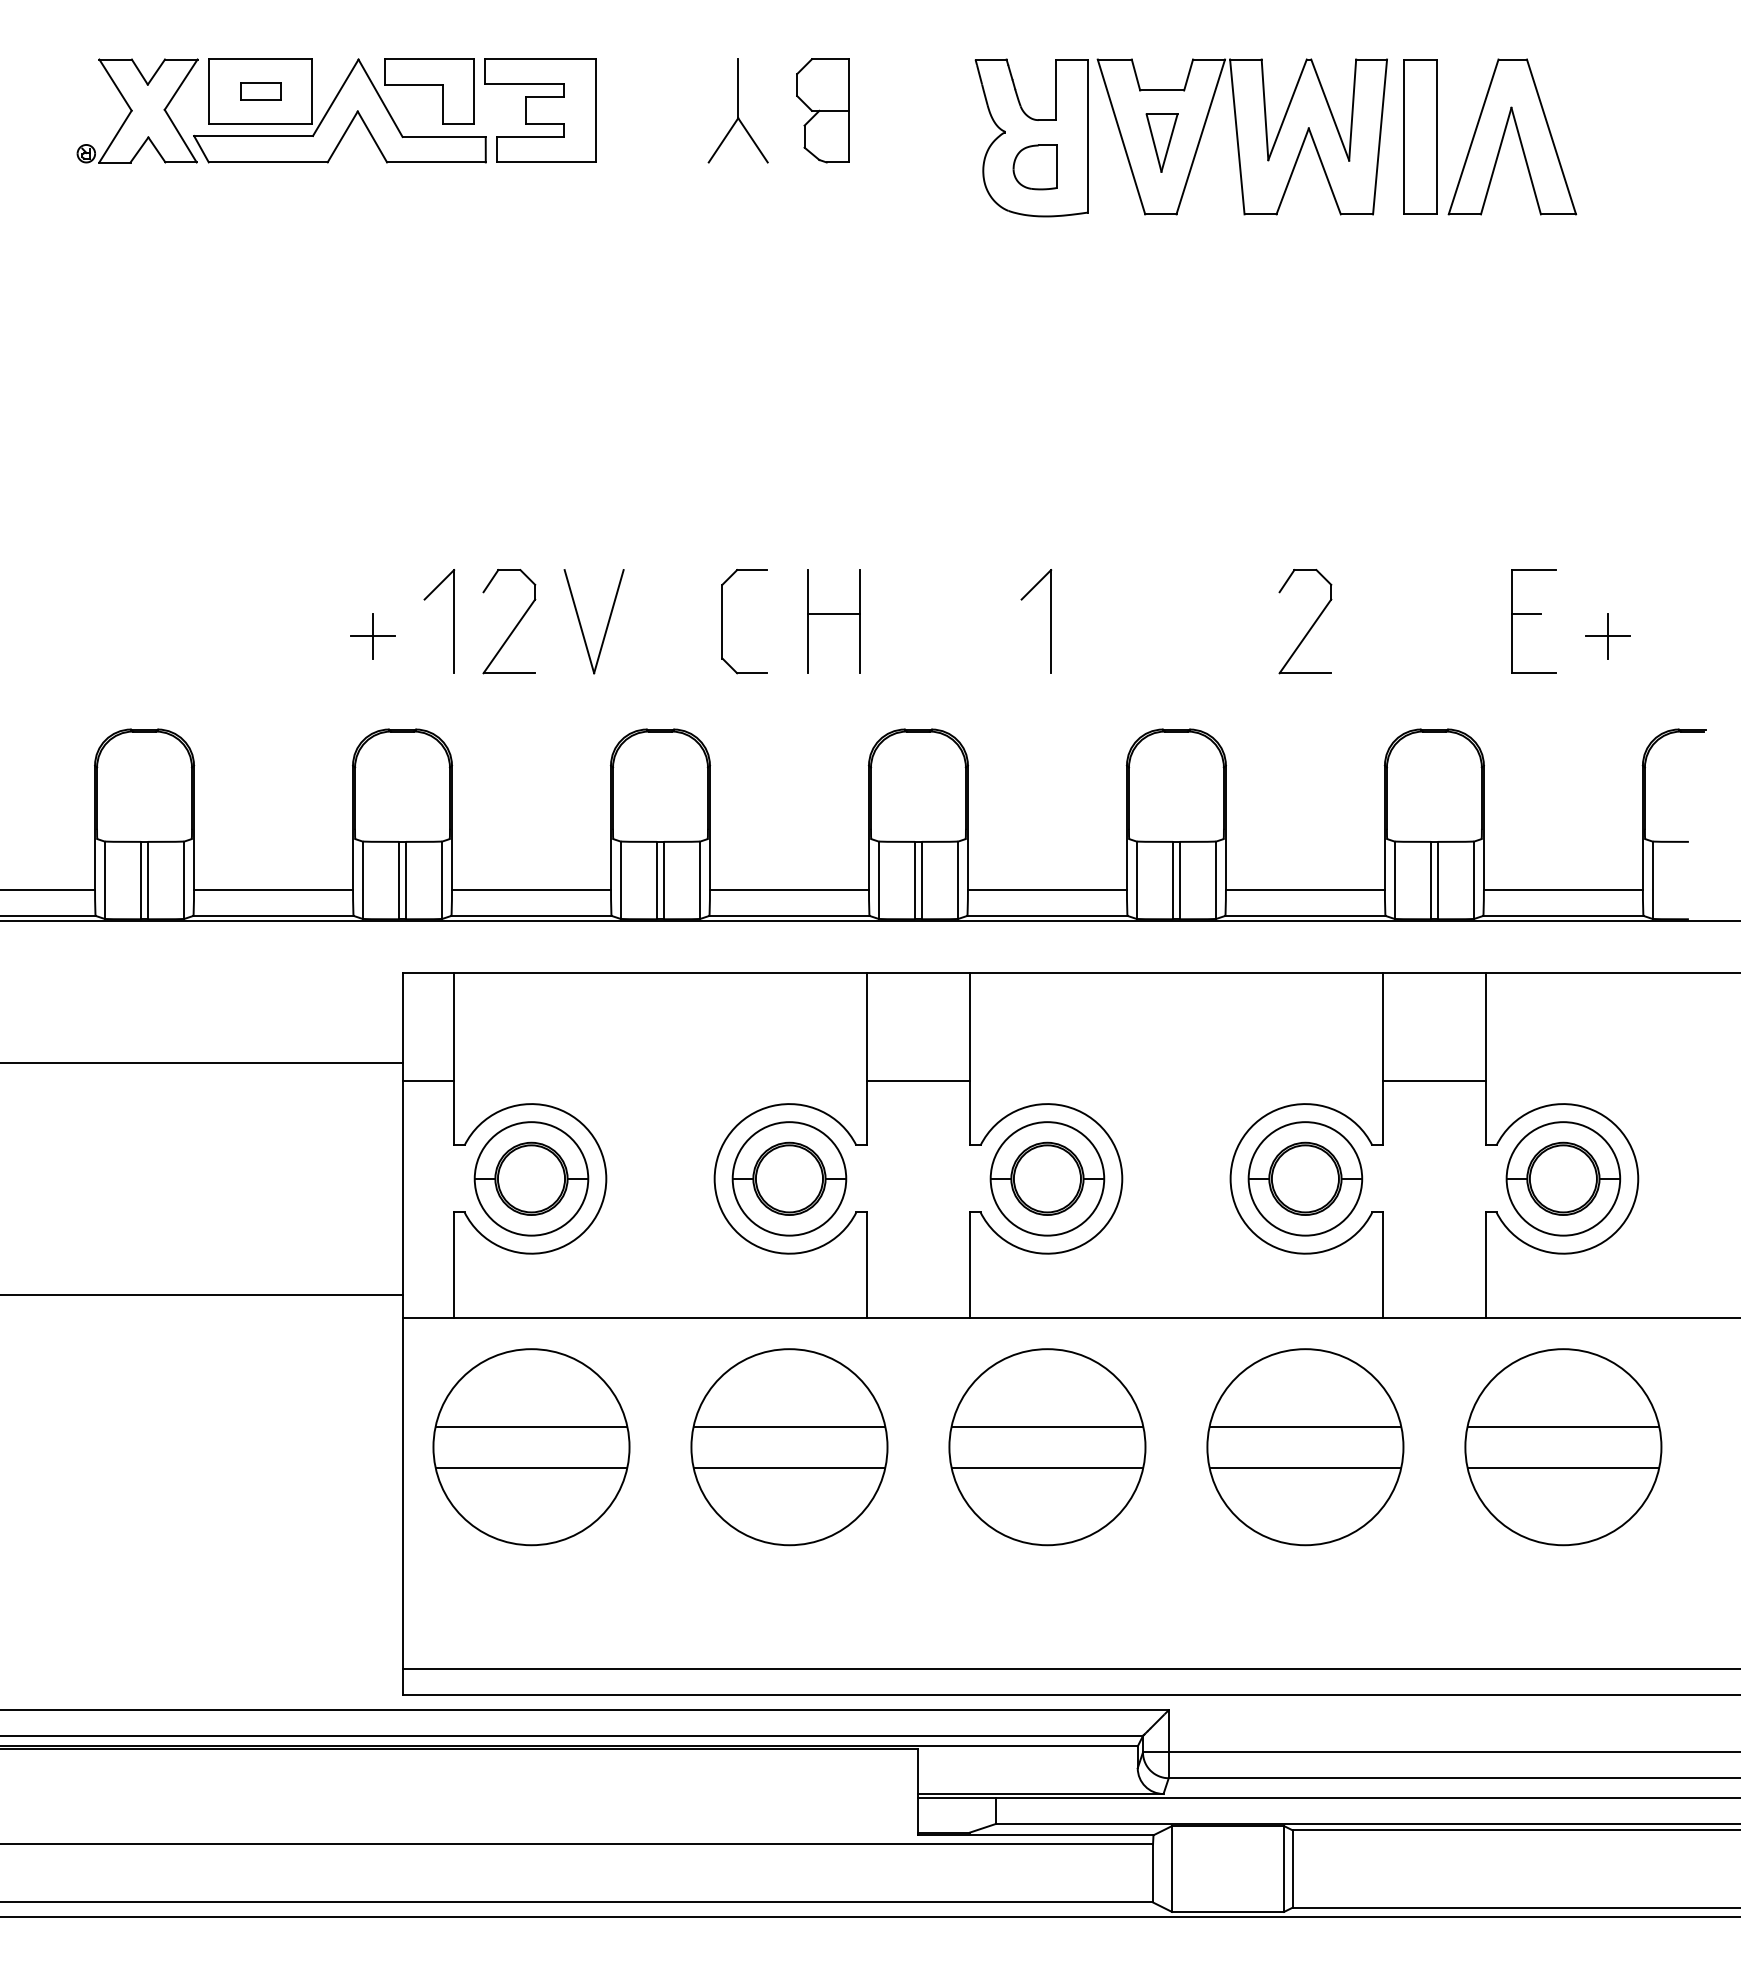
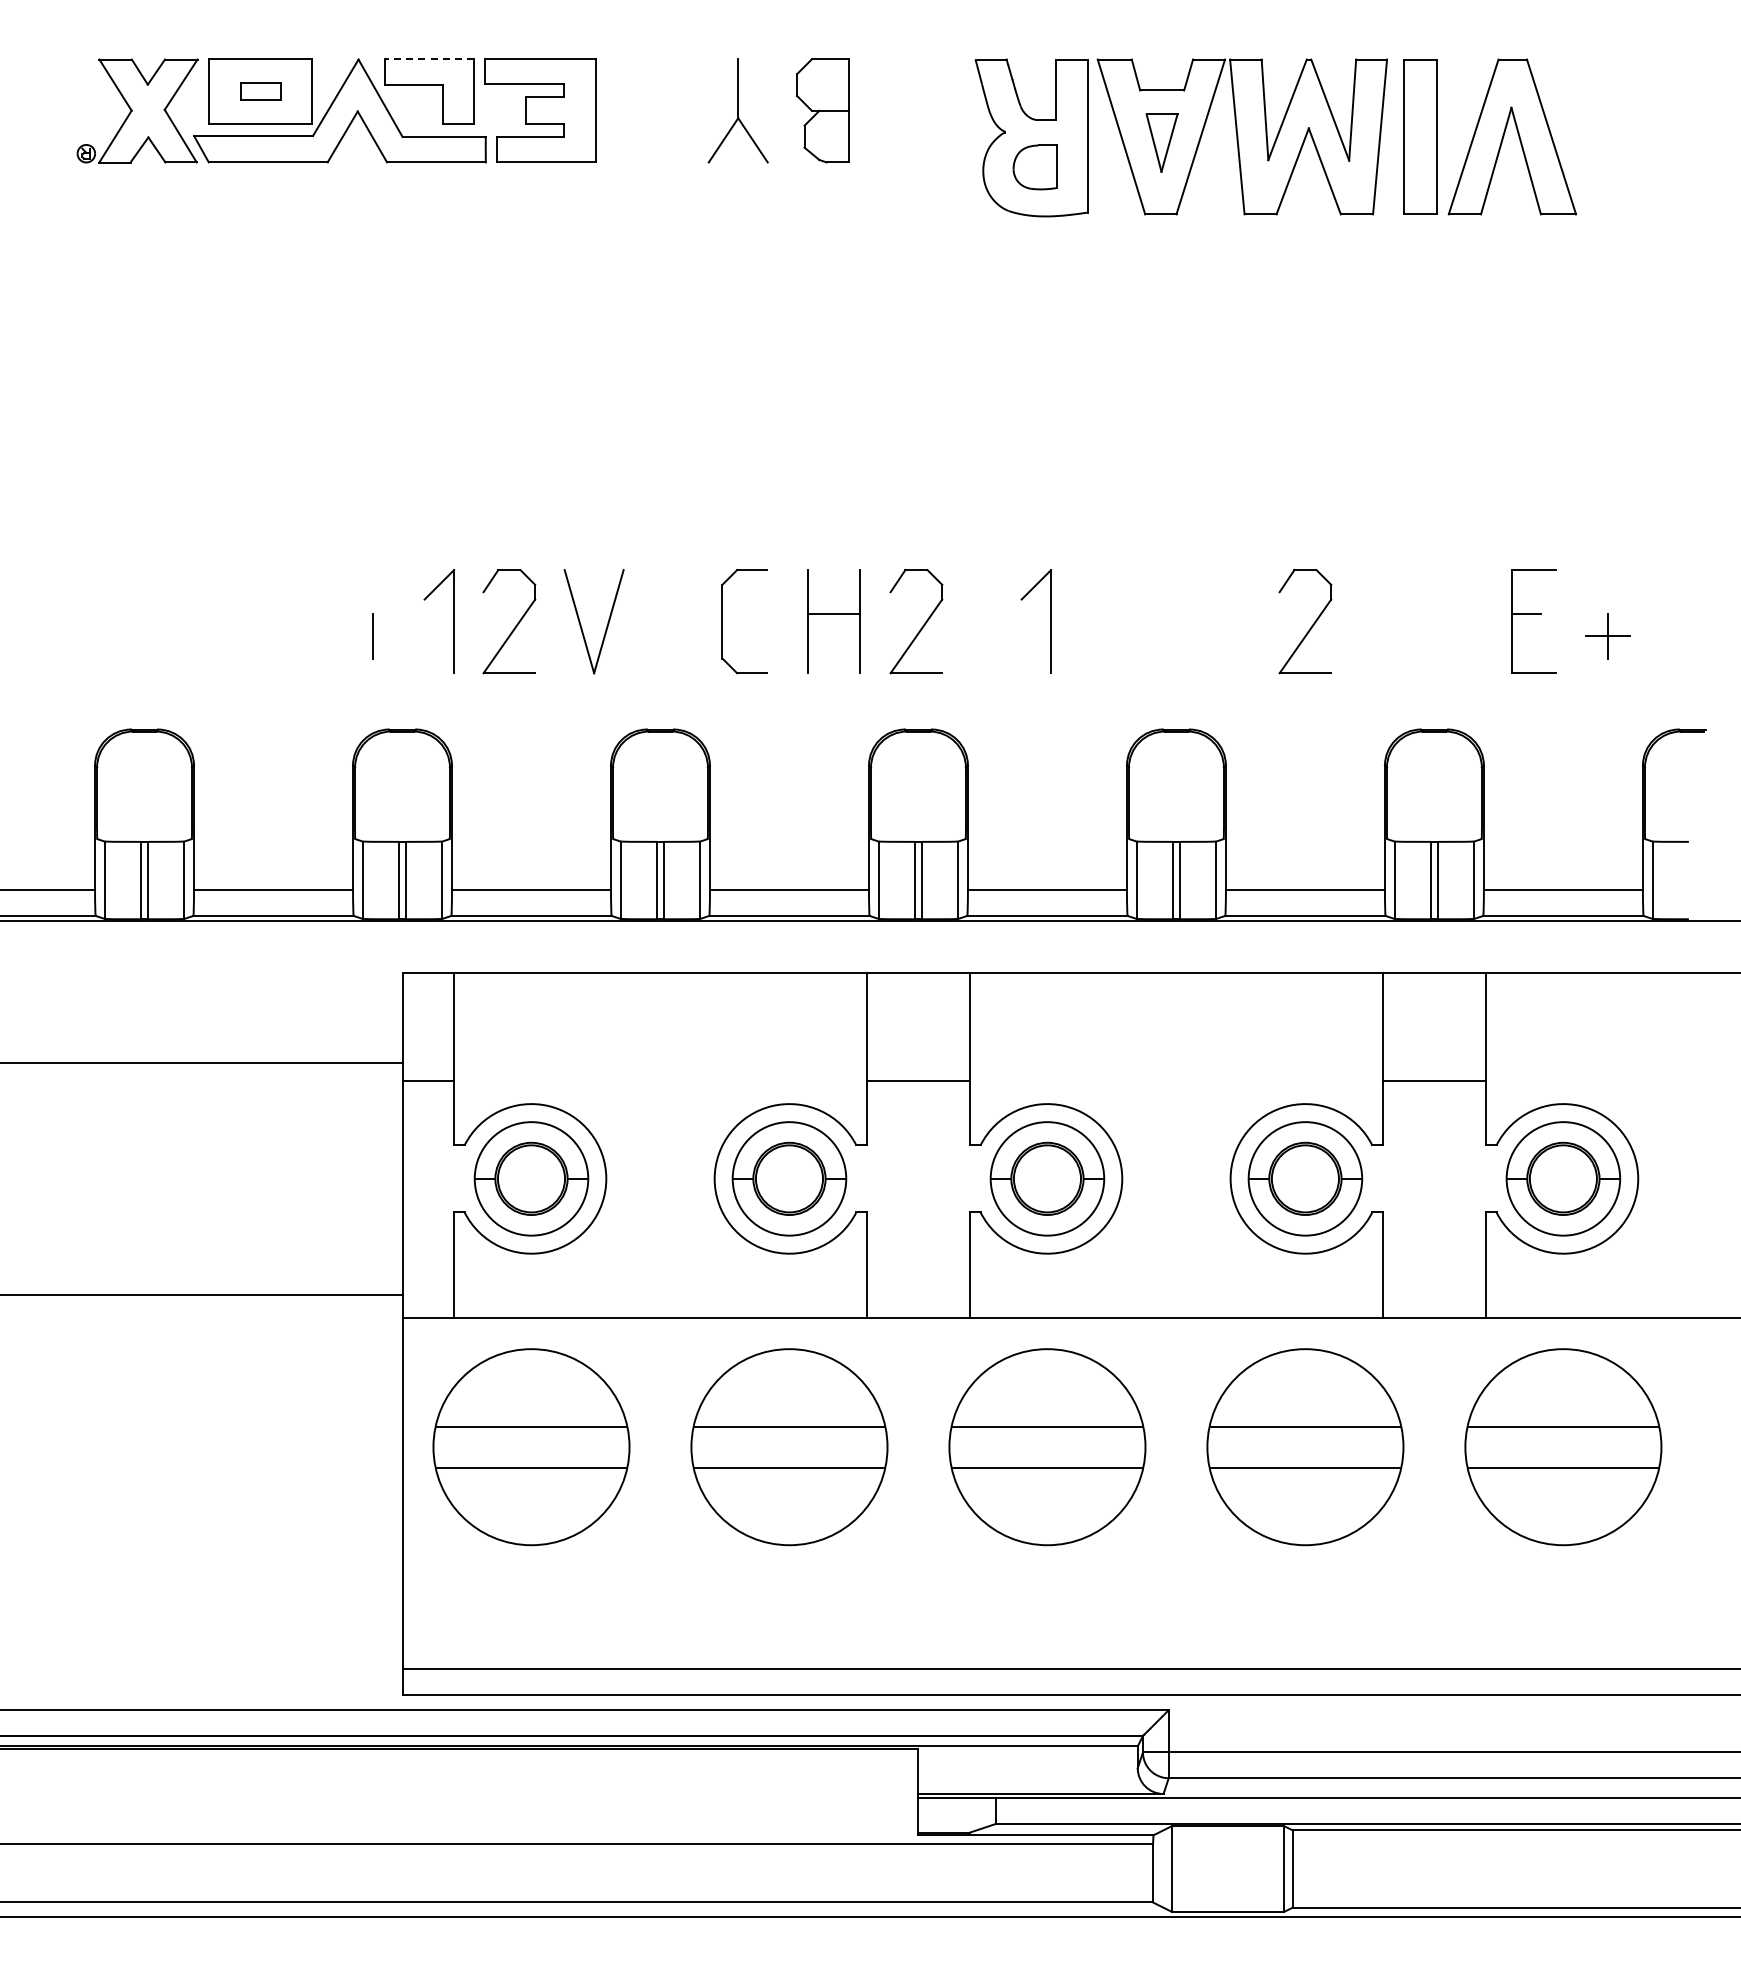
line at (429, 59): solid -> dashed
part at (922, 625): none -> present
line at (372, 636): present -> none
